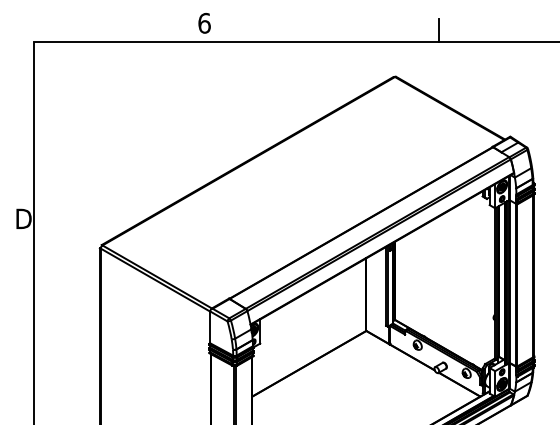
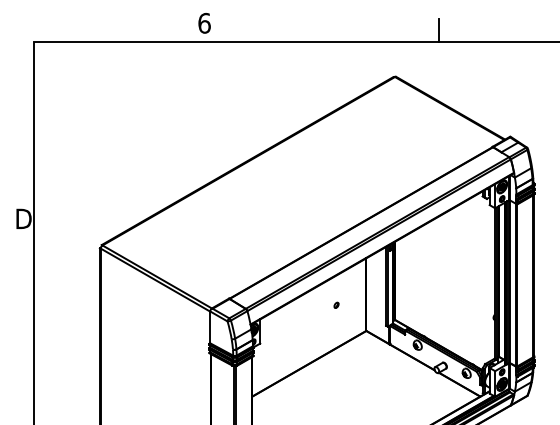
part at (336, 304): none -> present
